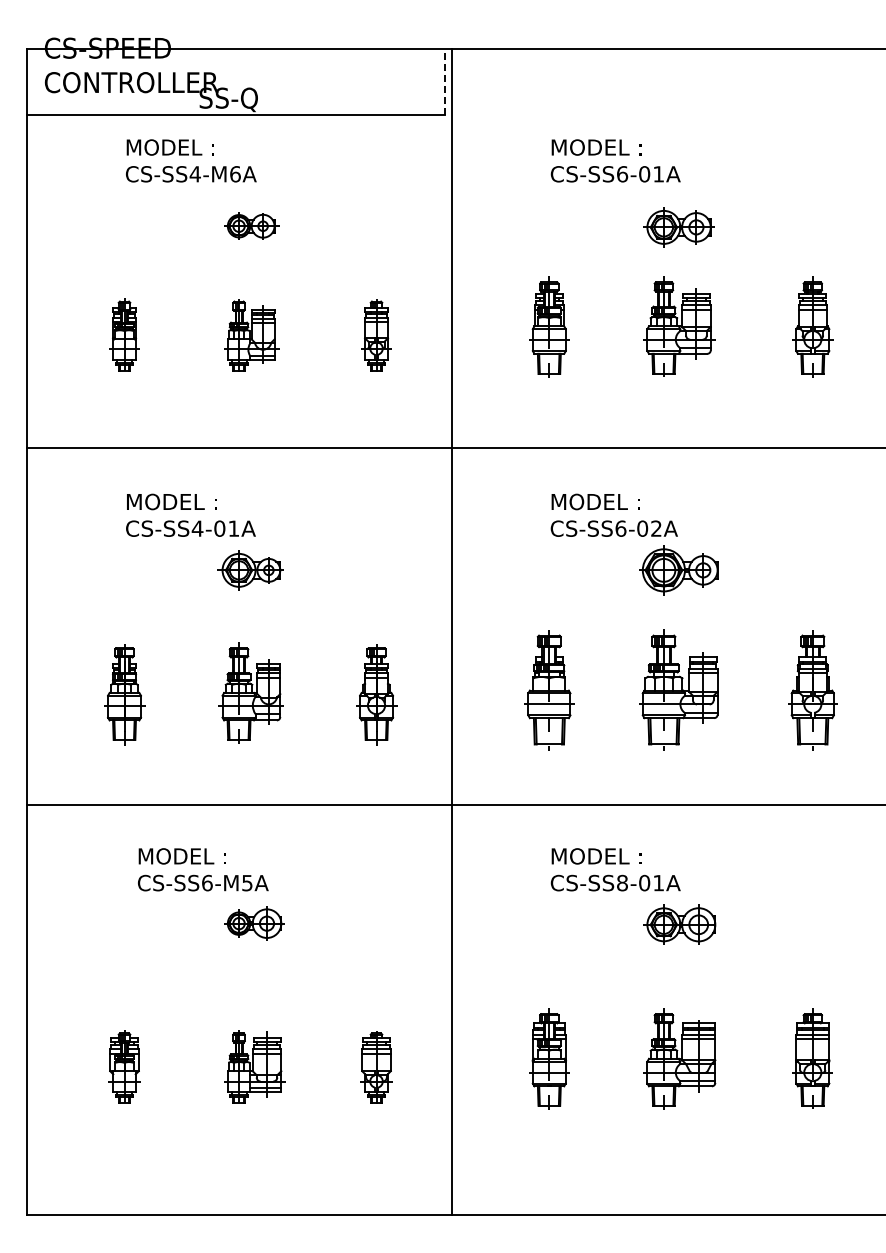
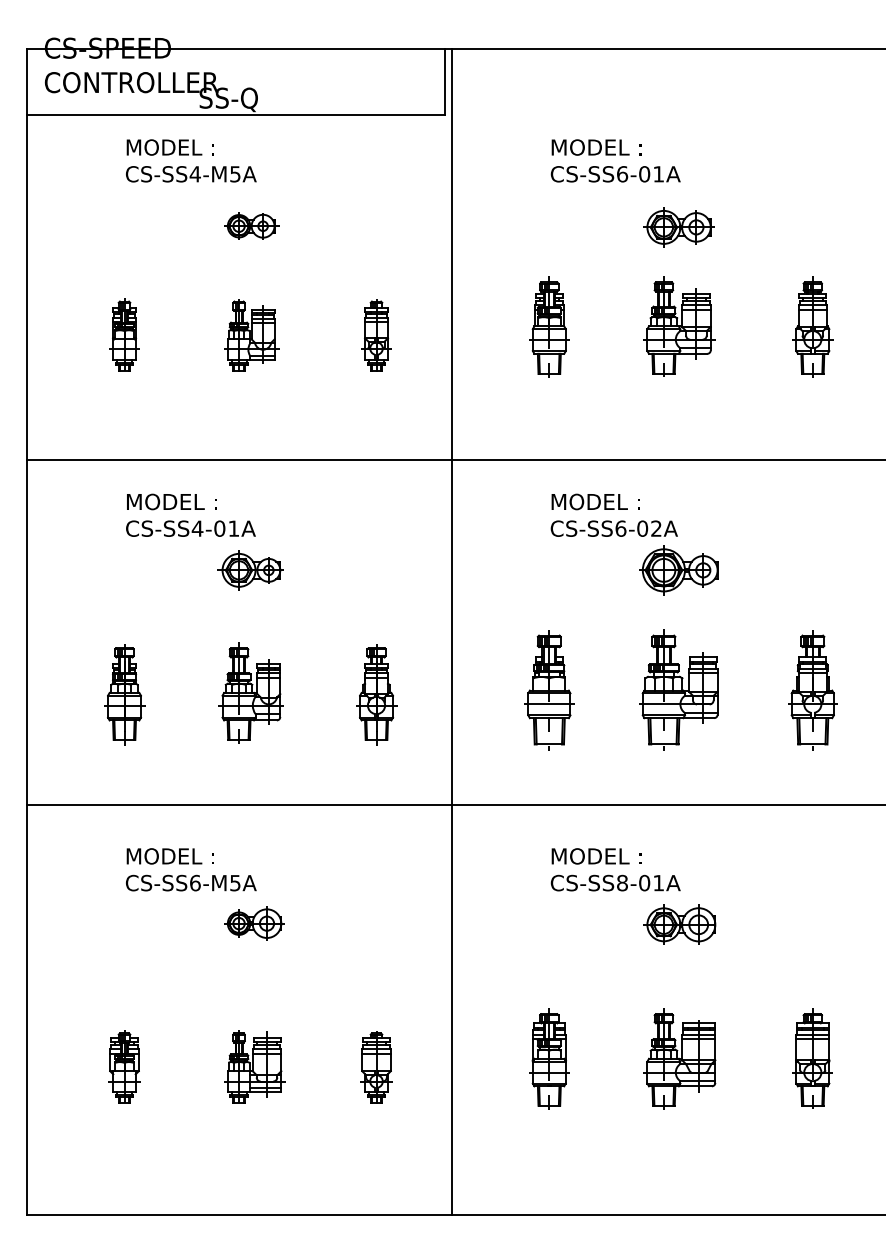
line at (444, 81): dashed -> solid
text at (235, 174): CS-SS4-M6A -> CS-SS4-M5A
line at (454, 447) position: (454, 447) -> (454, 459)
text at (203, 869) position: (203, 869) -> (191, 869)
